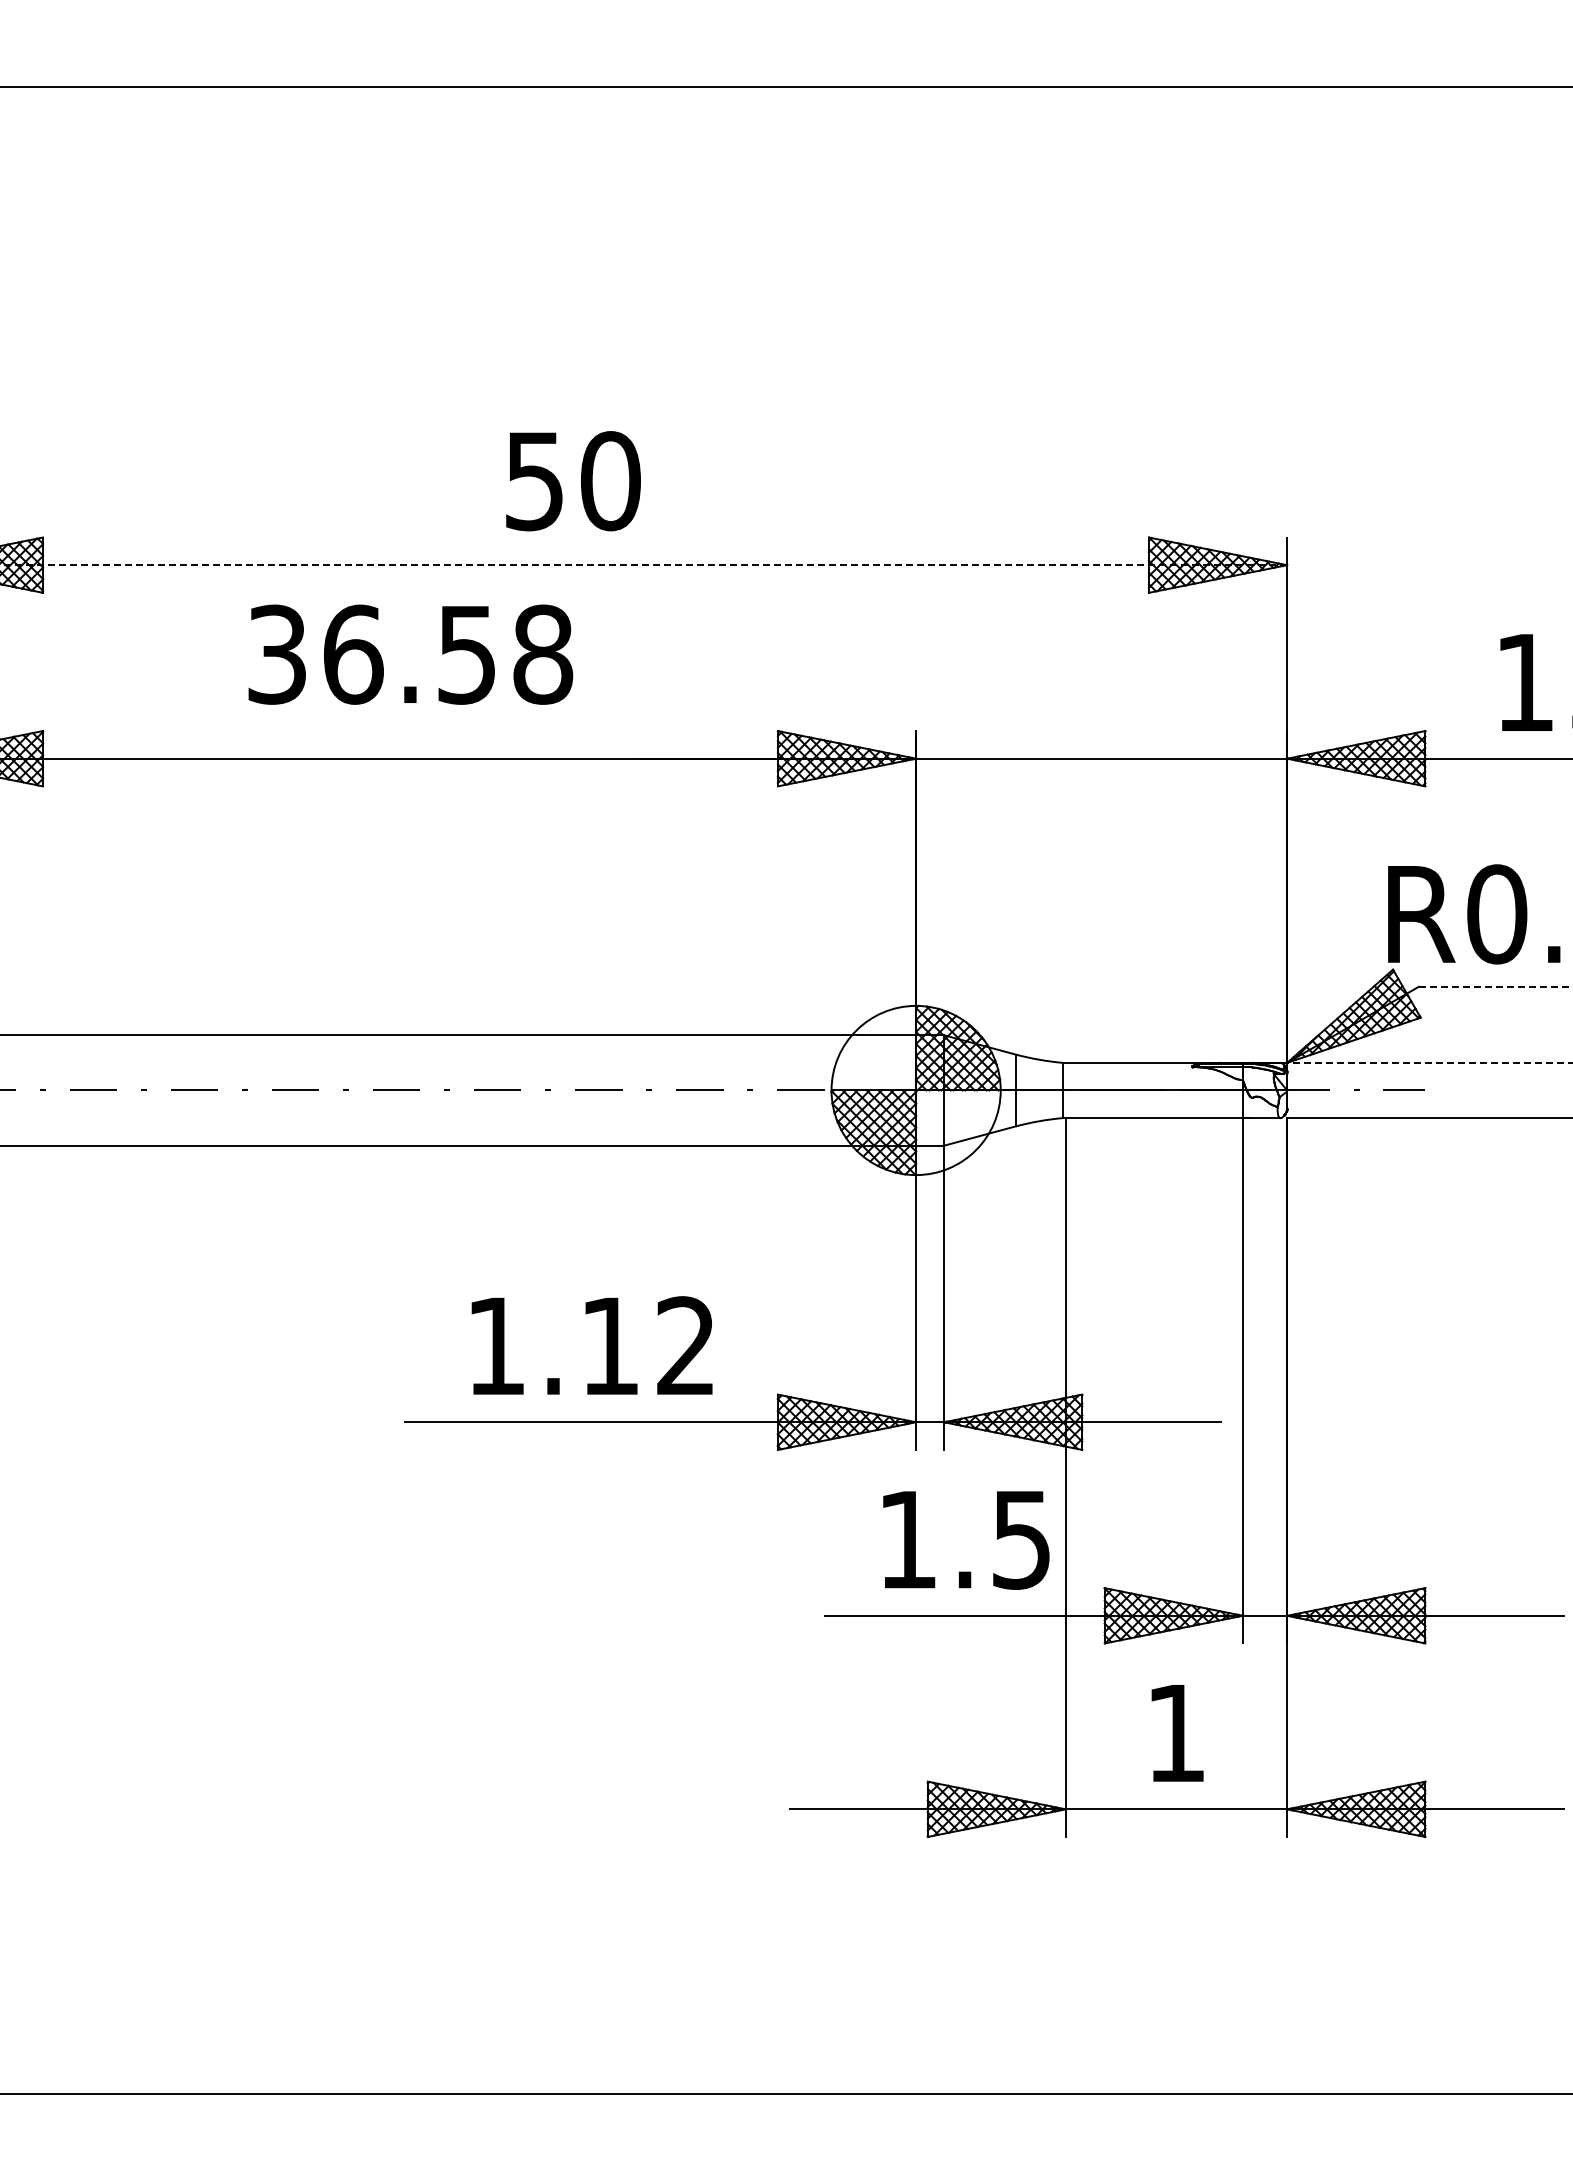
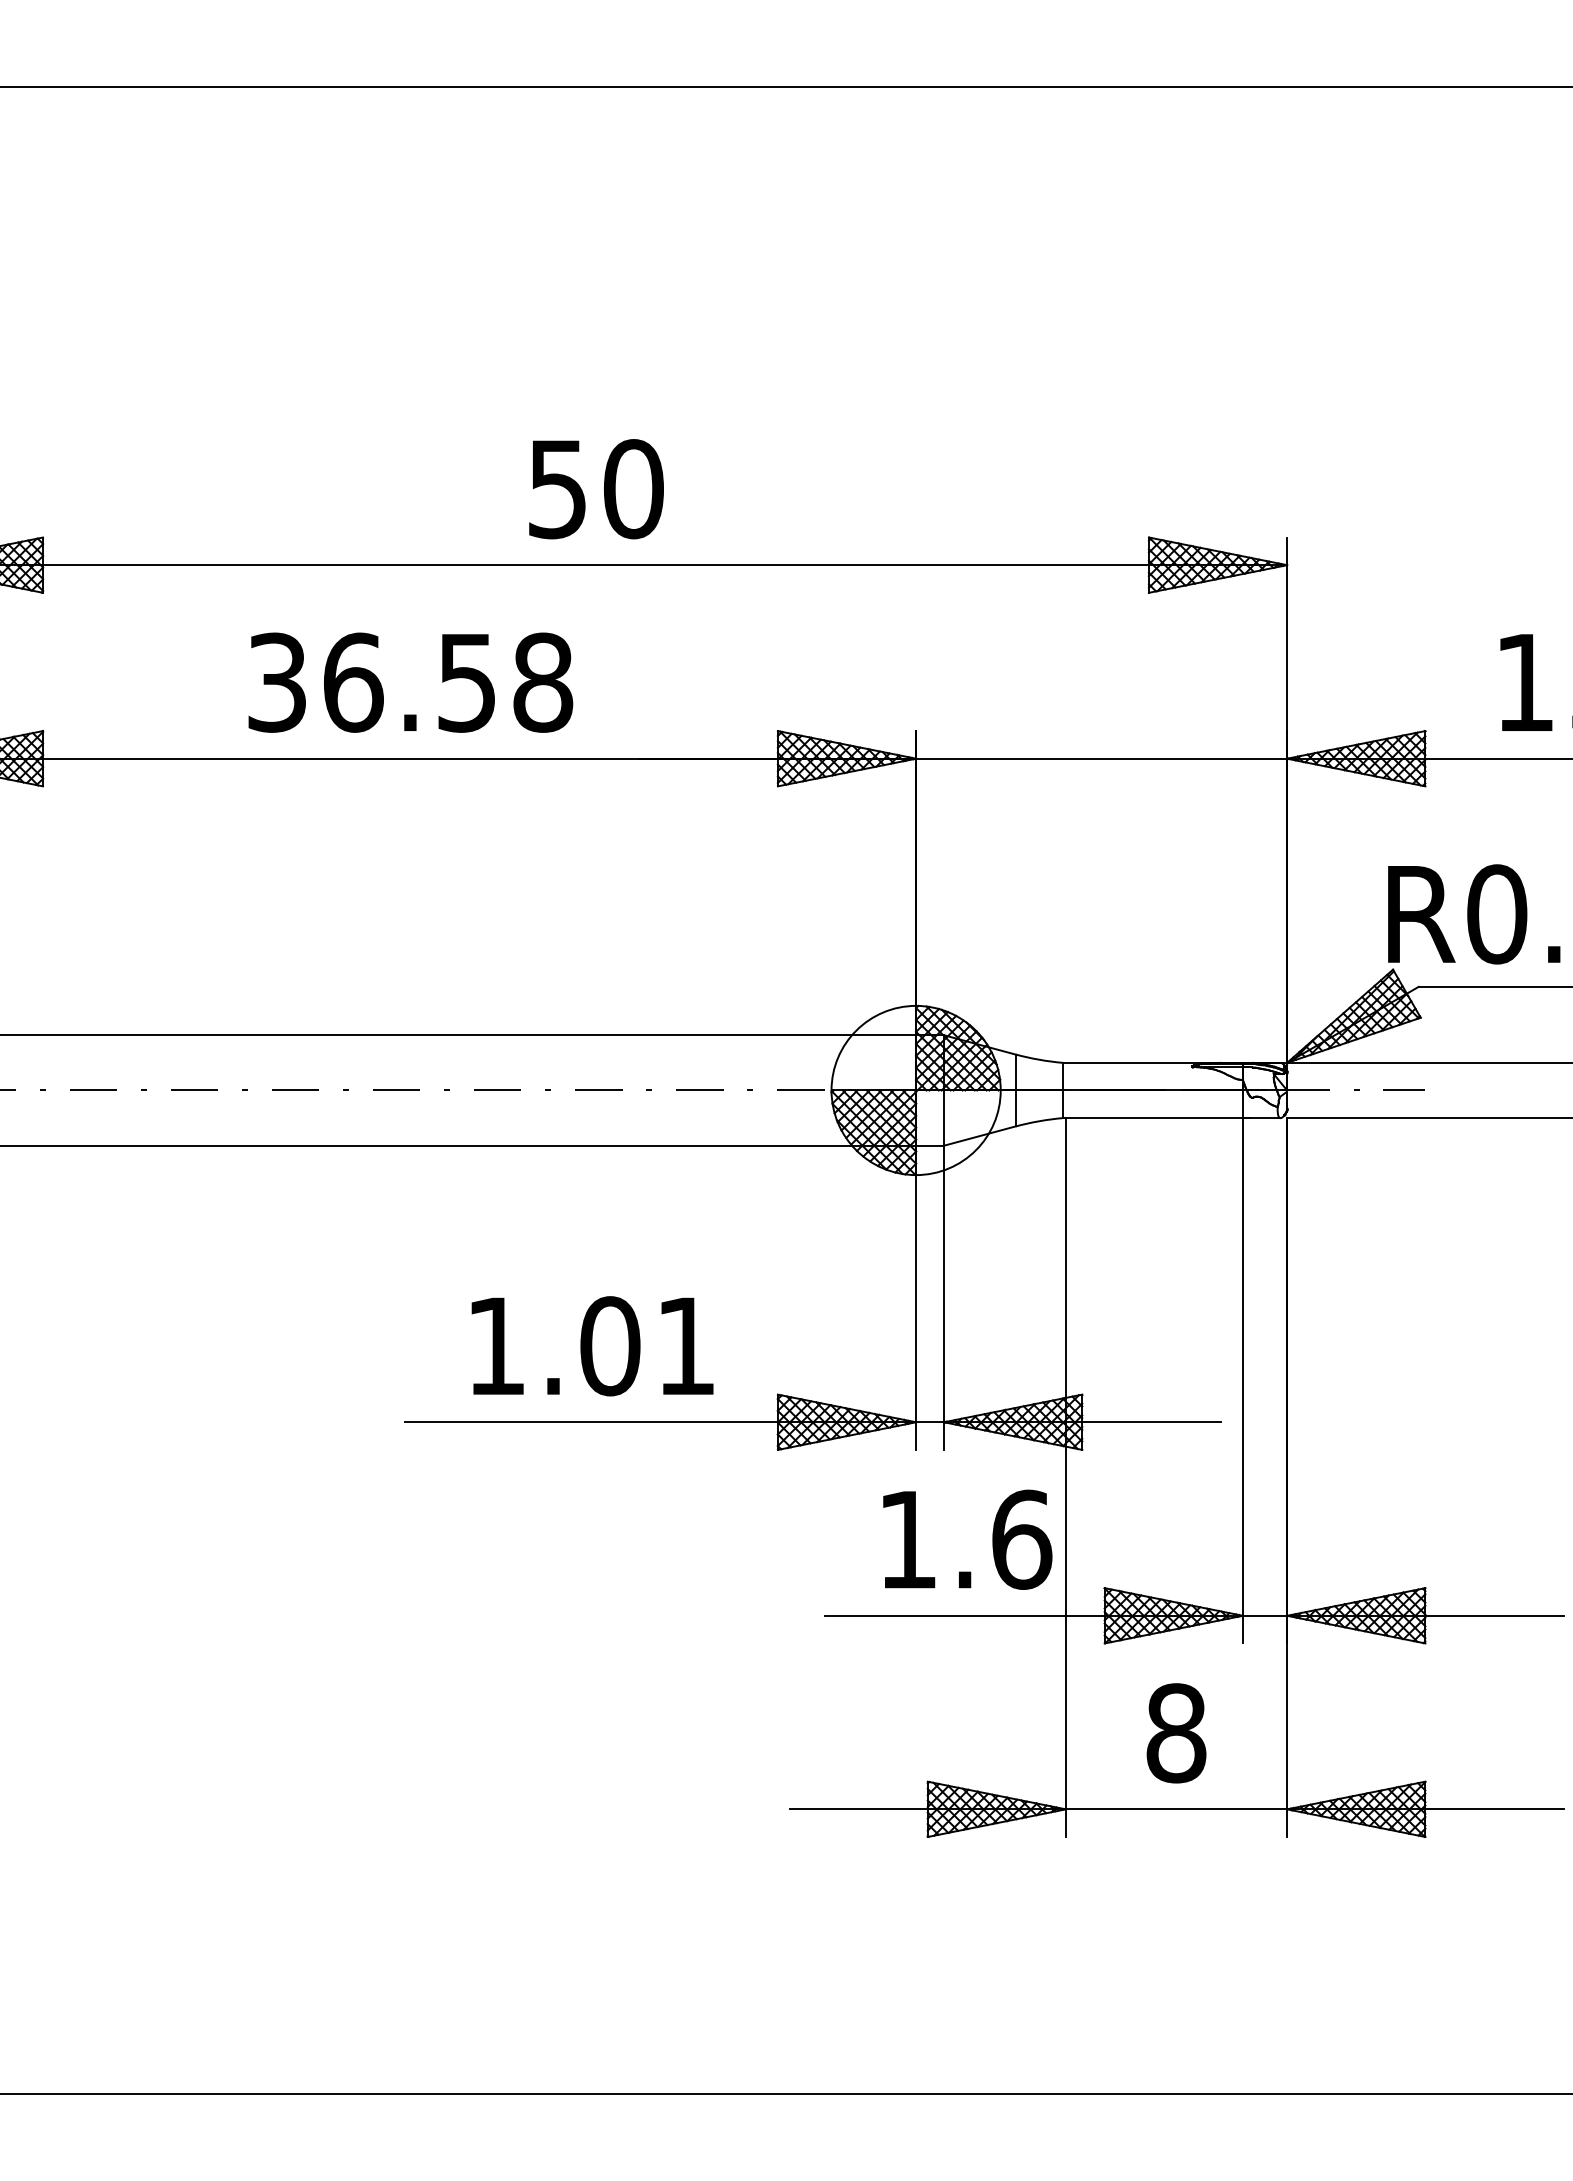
text at (573, 481) position: (573, 481) -> (596, 489)
line at (644, 565): dashed -> solid
text at (410, 654) position: (410, 654) -> (410, 682)
line at (1495, 986): dashed -> solid
line at (1429, 1062): dashed -> solid
text at (646, 1346): 1.12 -> 1.01
text at (1022, 1539): 1.5 -> 1.6
text at (1176, 1733): 1 -> 8
